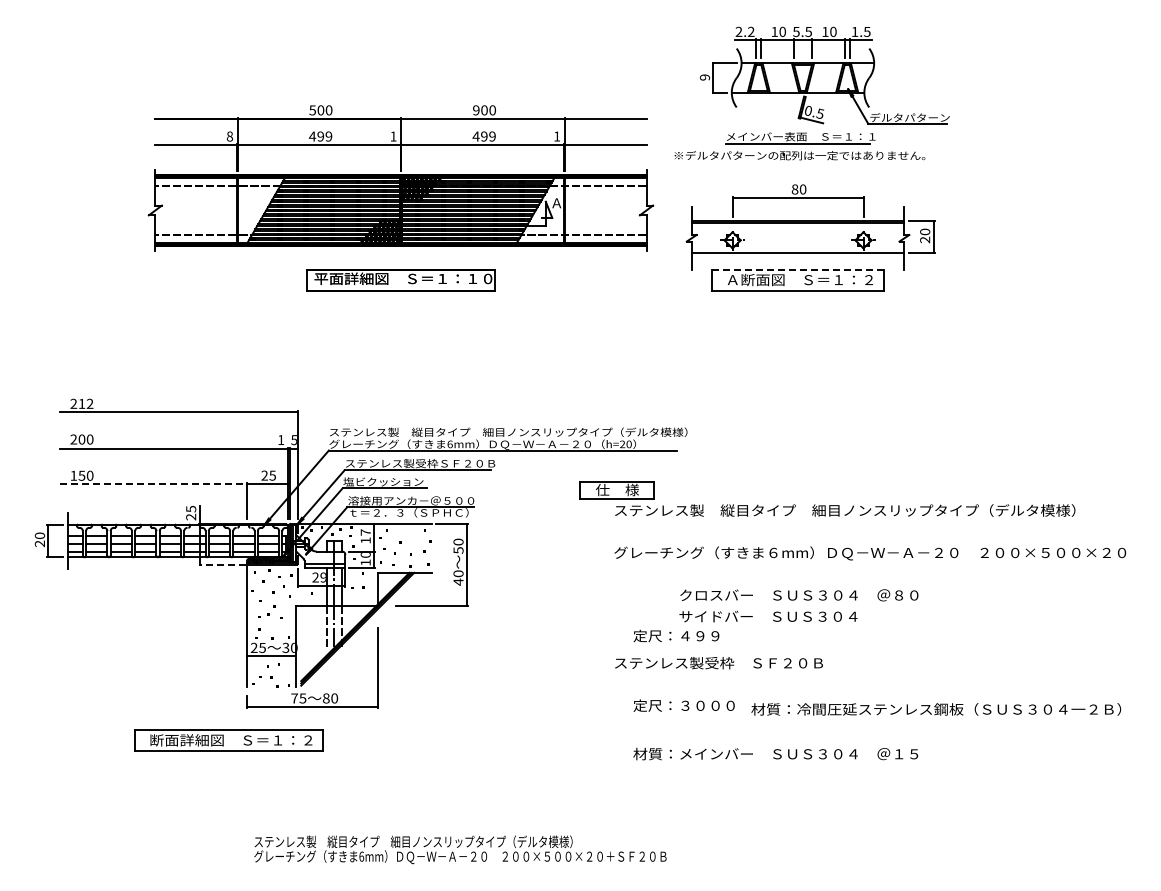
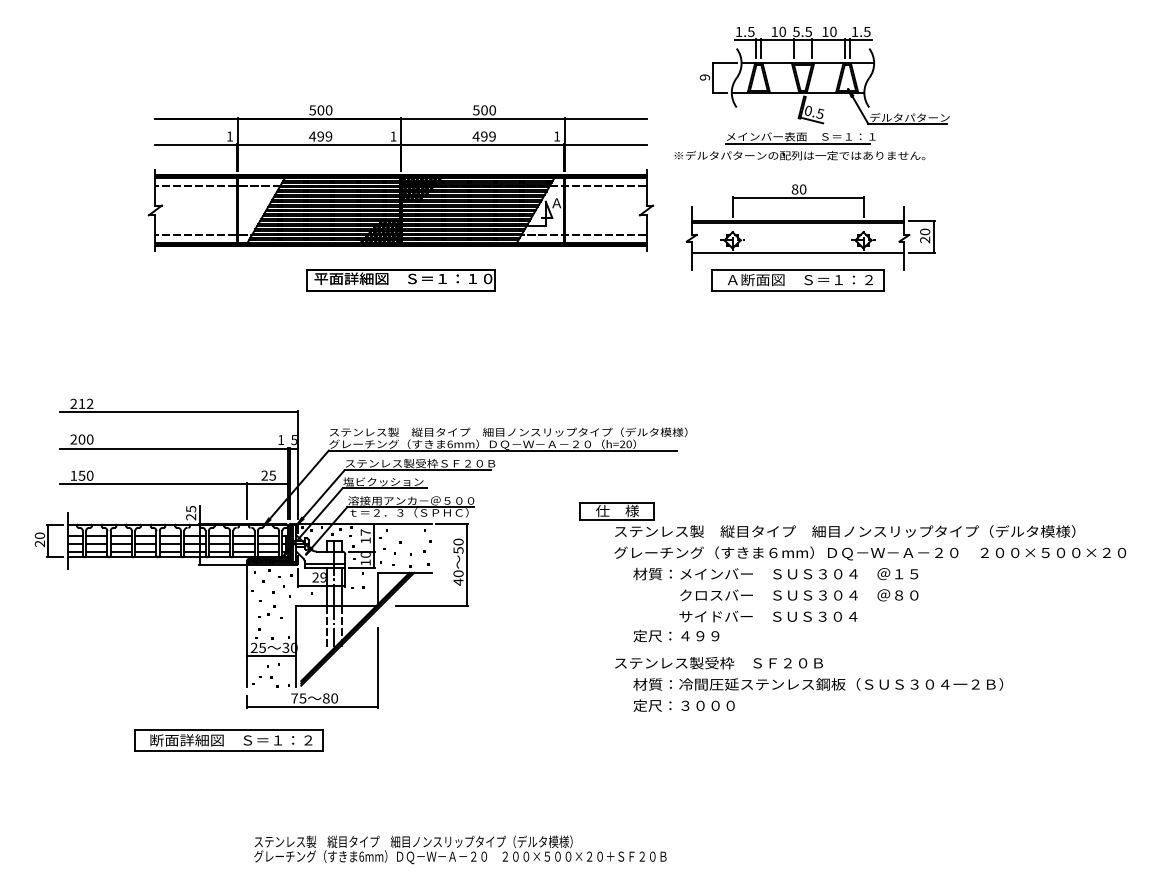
text at (744, 31): 2.2 -> 1.5
text at (476, 110): 900 -> 500
text at (229, 136): 8 -> 1
line at (798, 269): dashed -> solid
line at (153, 484): dashed -> solid
part at (825, 505) position: (825, 505) -> (825, 526)
line at (221, 564): dashed -> solid
text at (936, 709) position: (936, 709) -> (818, 684)
text at (775, 753) position: (775, 753) -> (775, 573)
